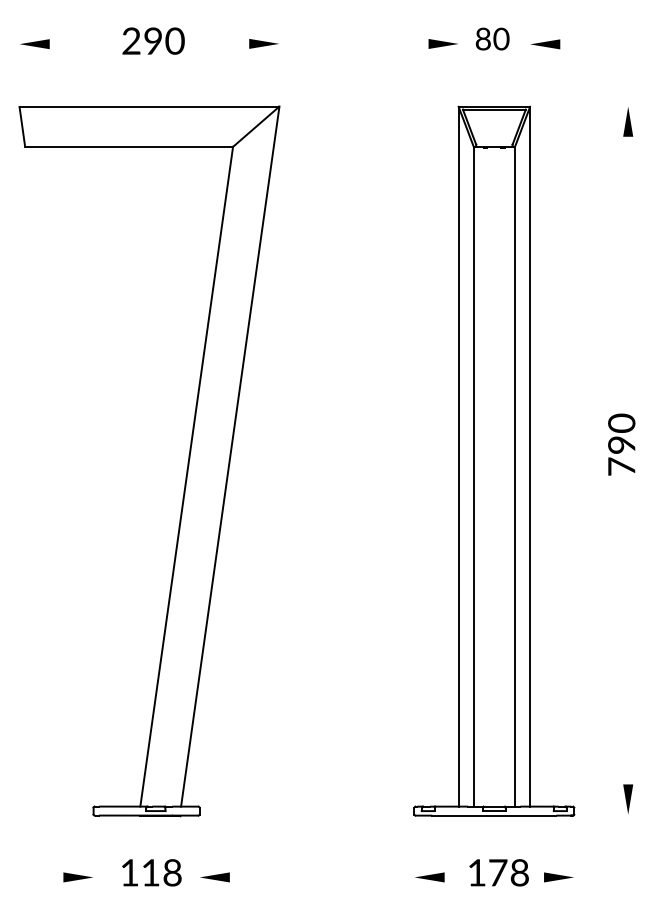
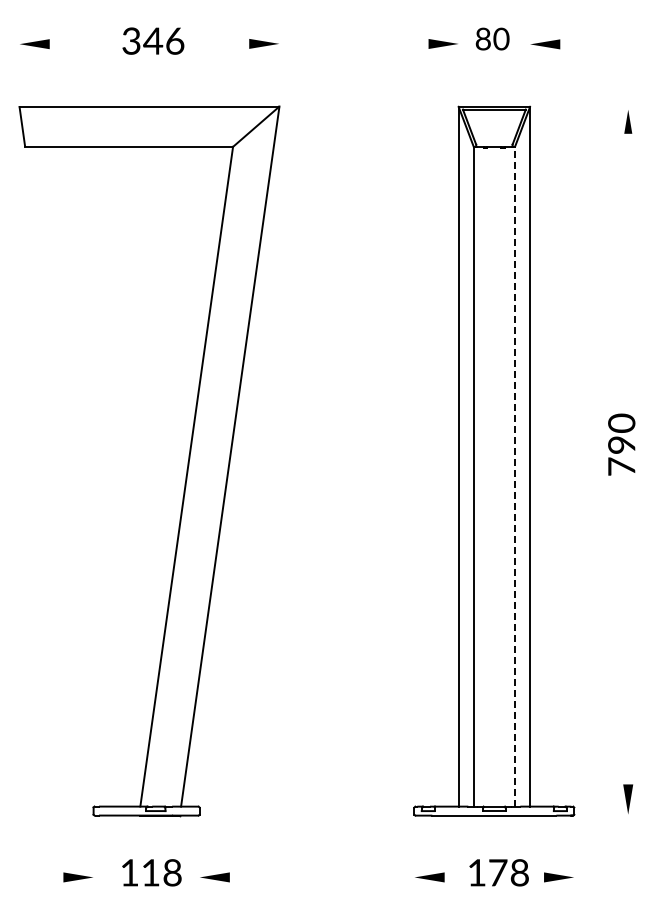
text at (153, 40): 290 -> 346
part at (628, 121) size: 11x30 px -> 9x24 px
line at (514, 476): solid -> dashed
